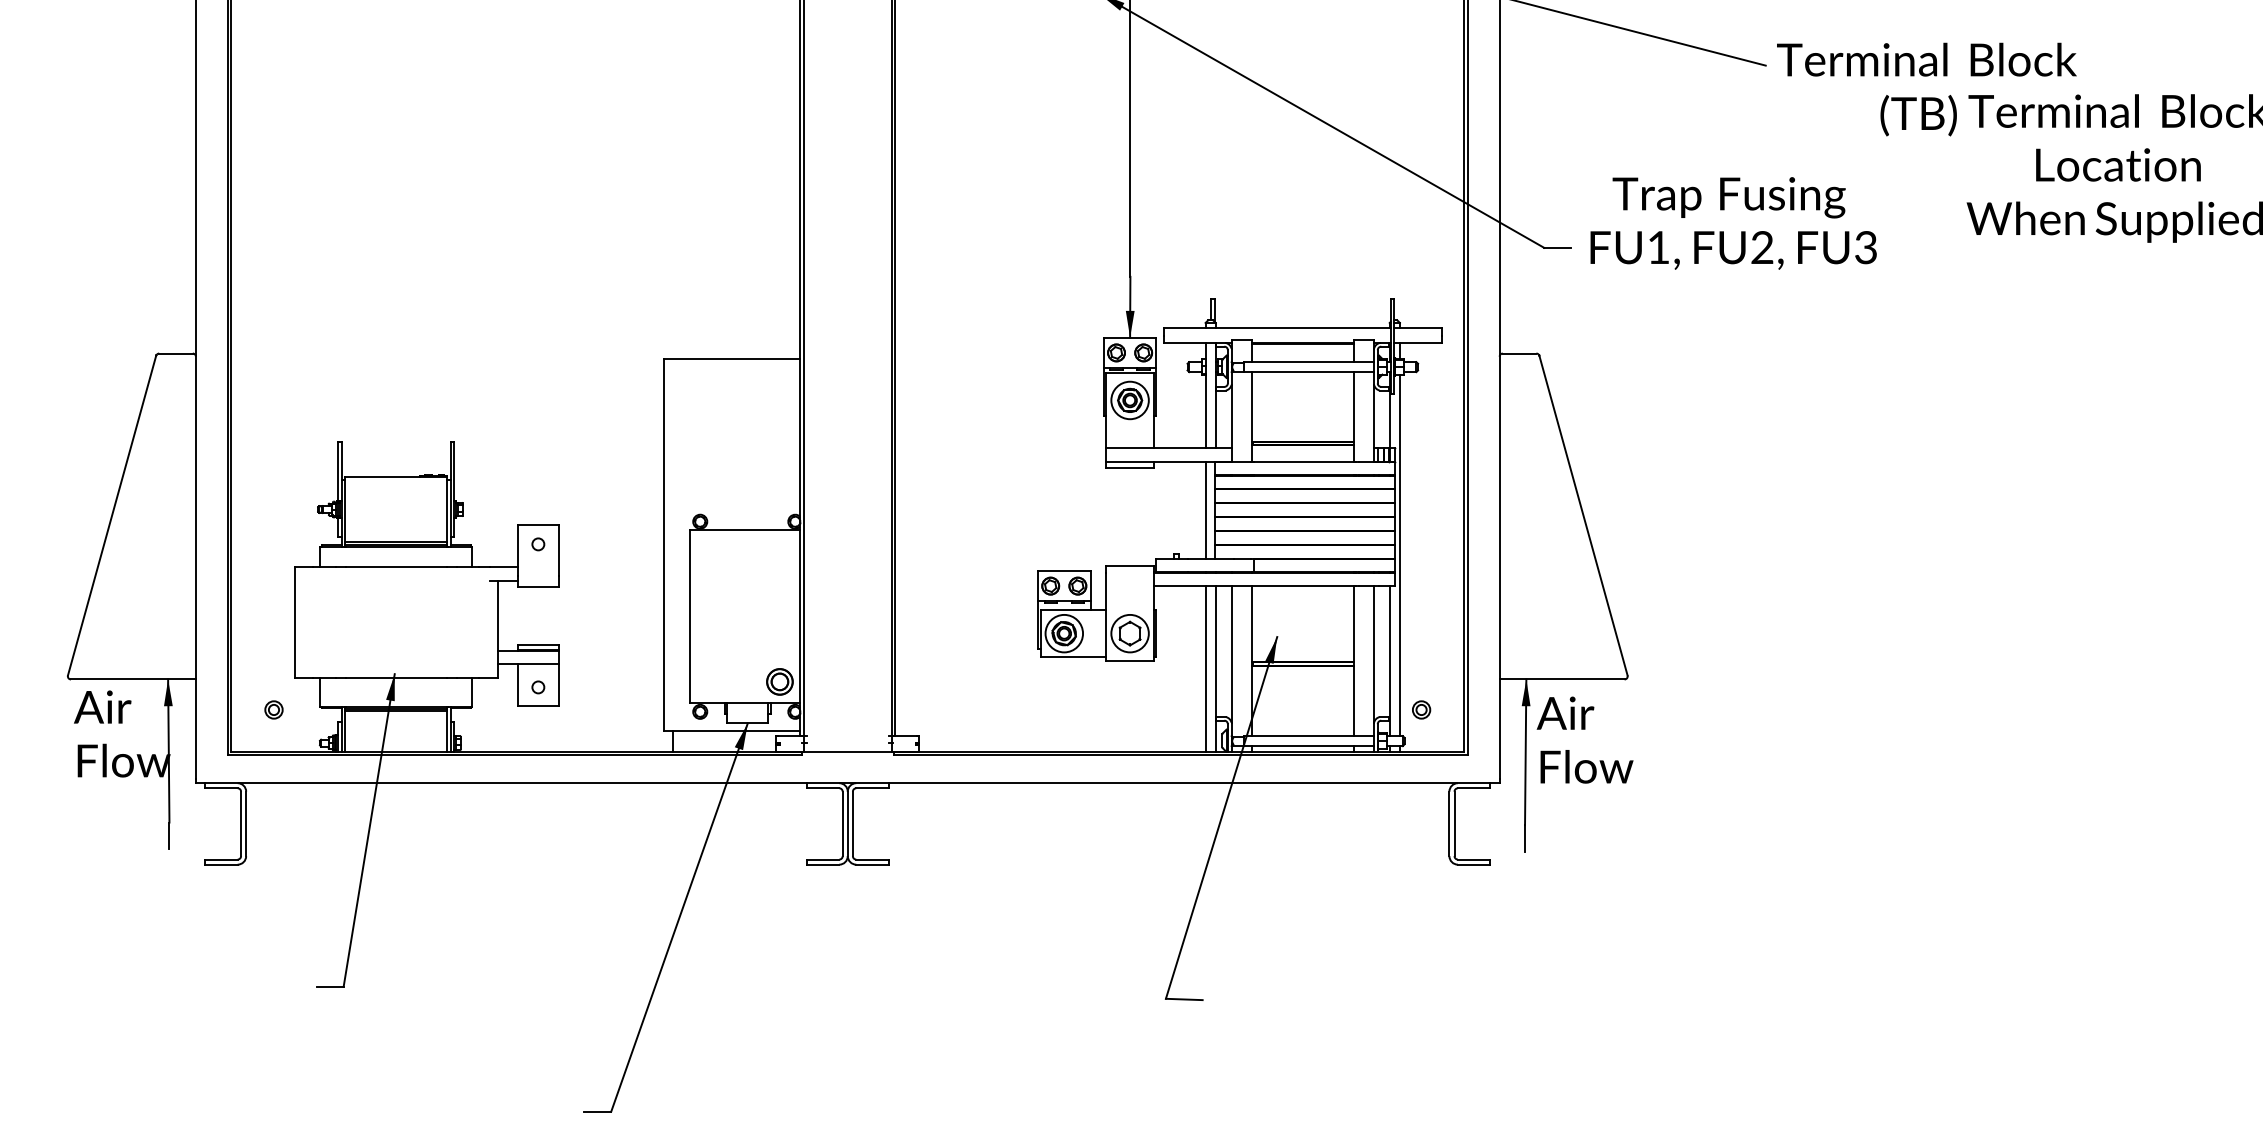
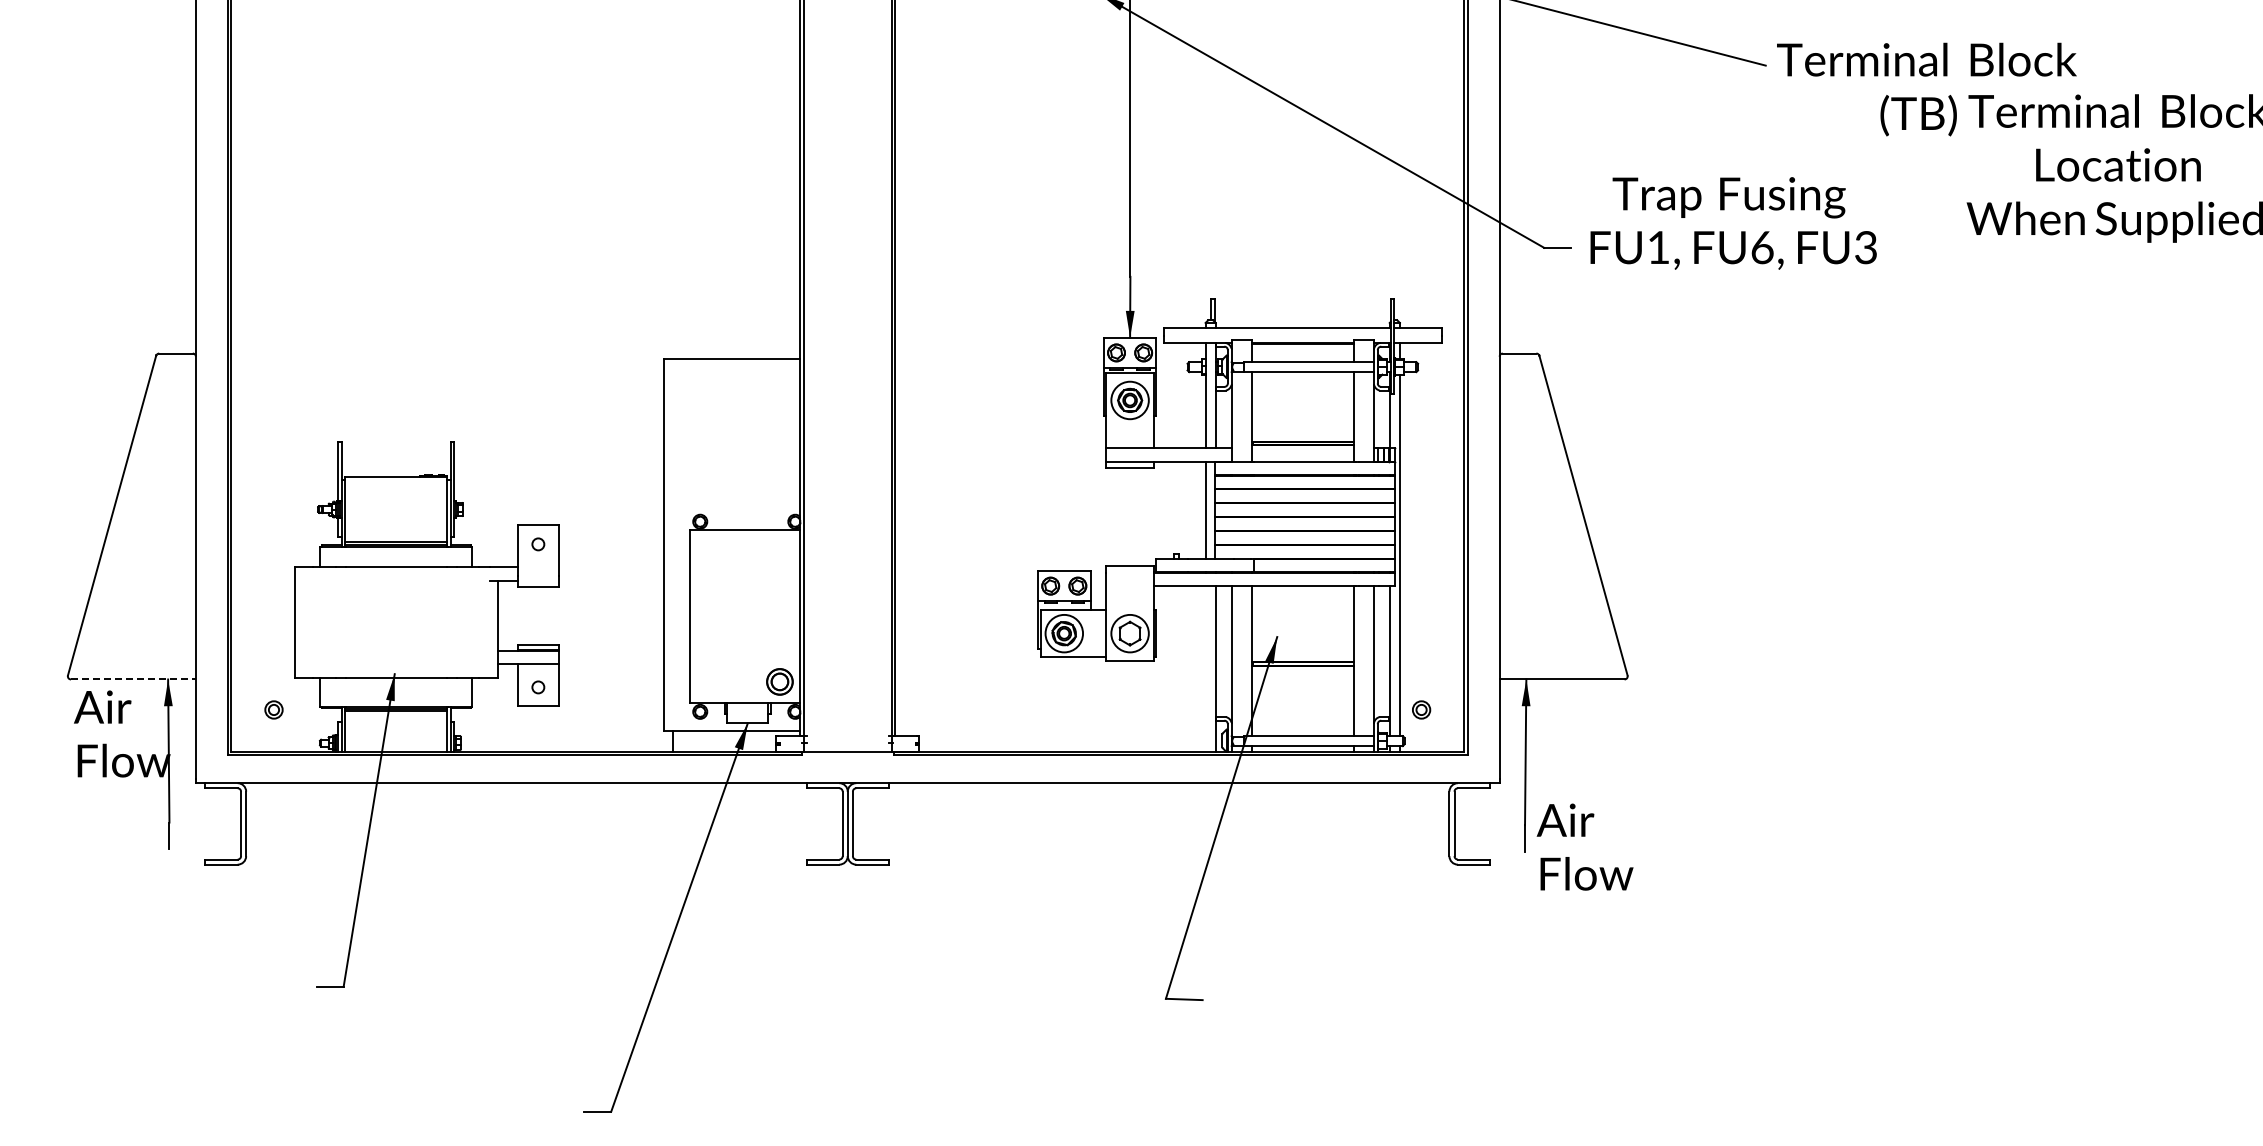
text at (1762, 247): FU2, -> FU6,
line at (1205, 668): present -> none
line at (133, 679): solid -> dashed
text at (1584, 739) position: (1584, 739) -> (1584, 846)
